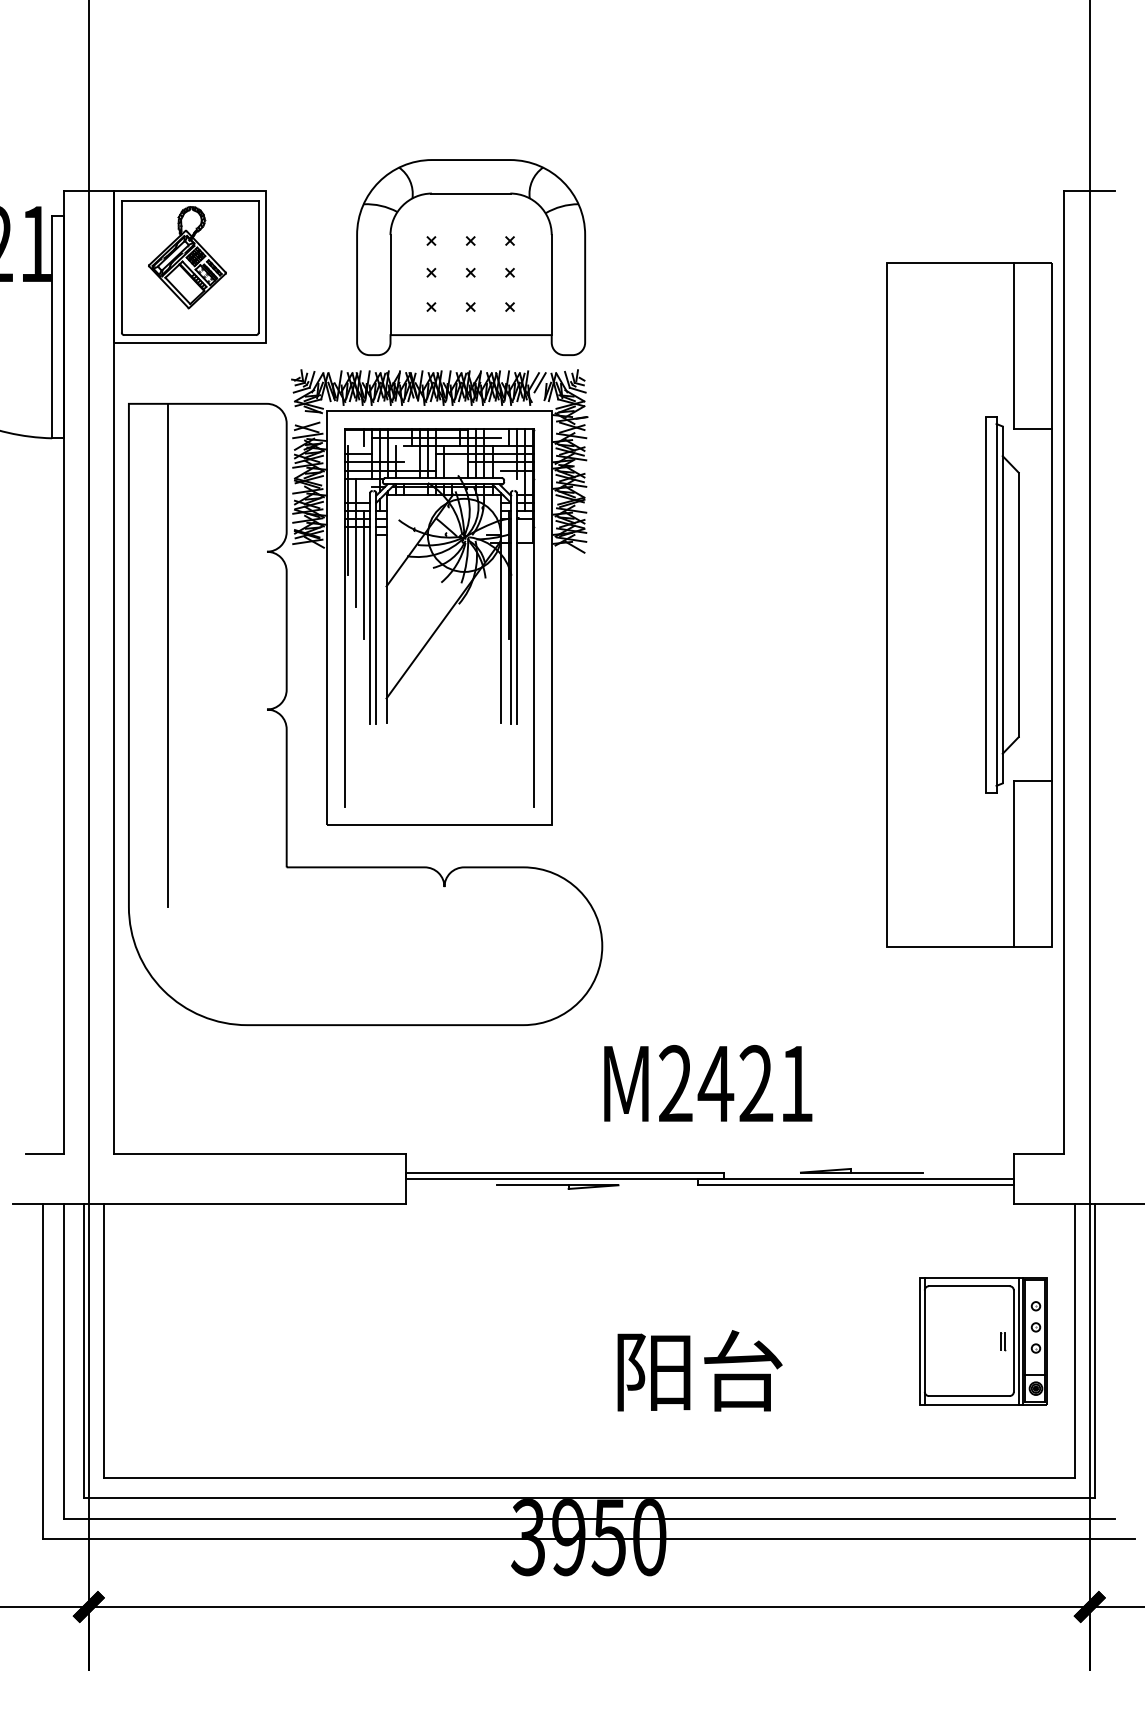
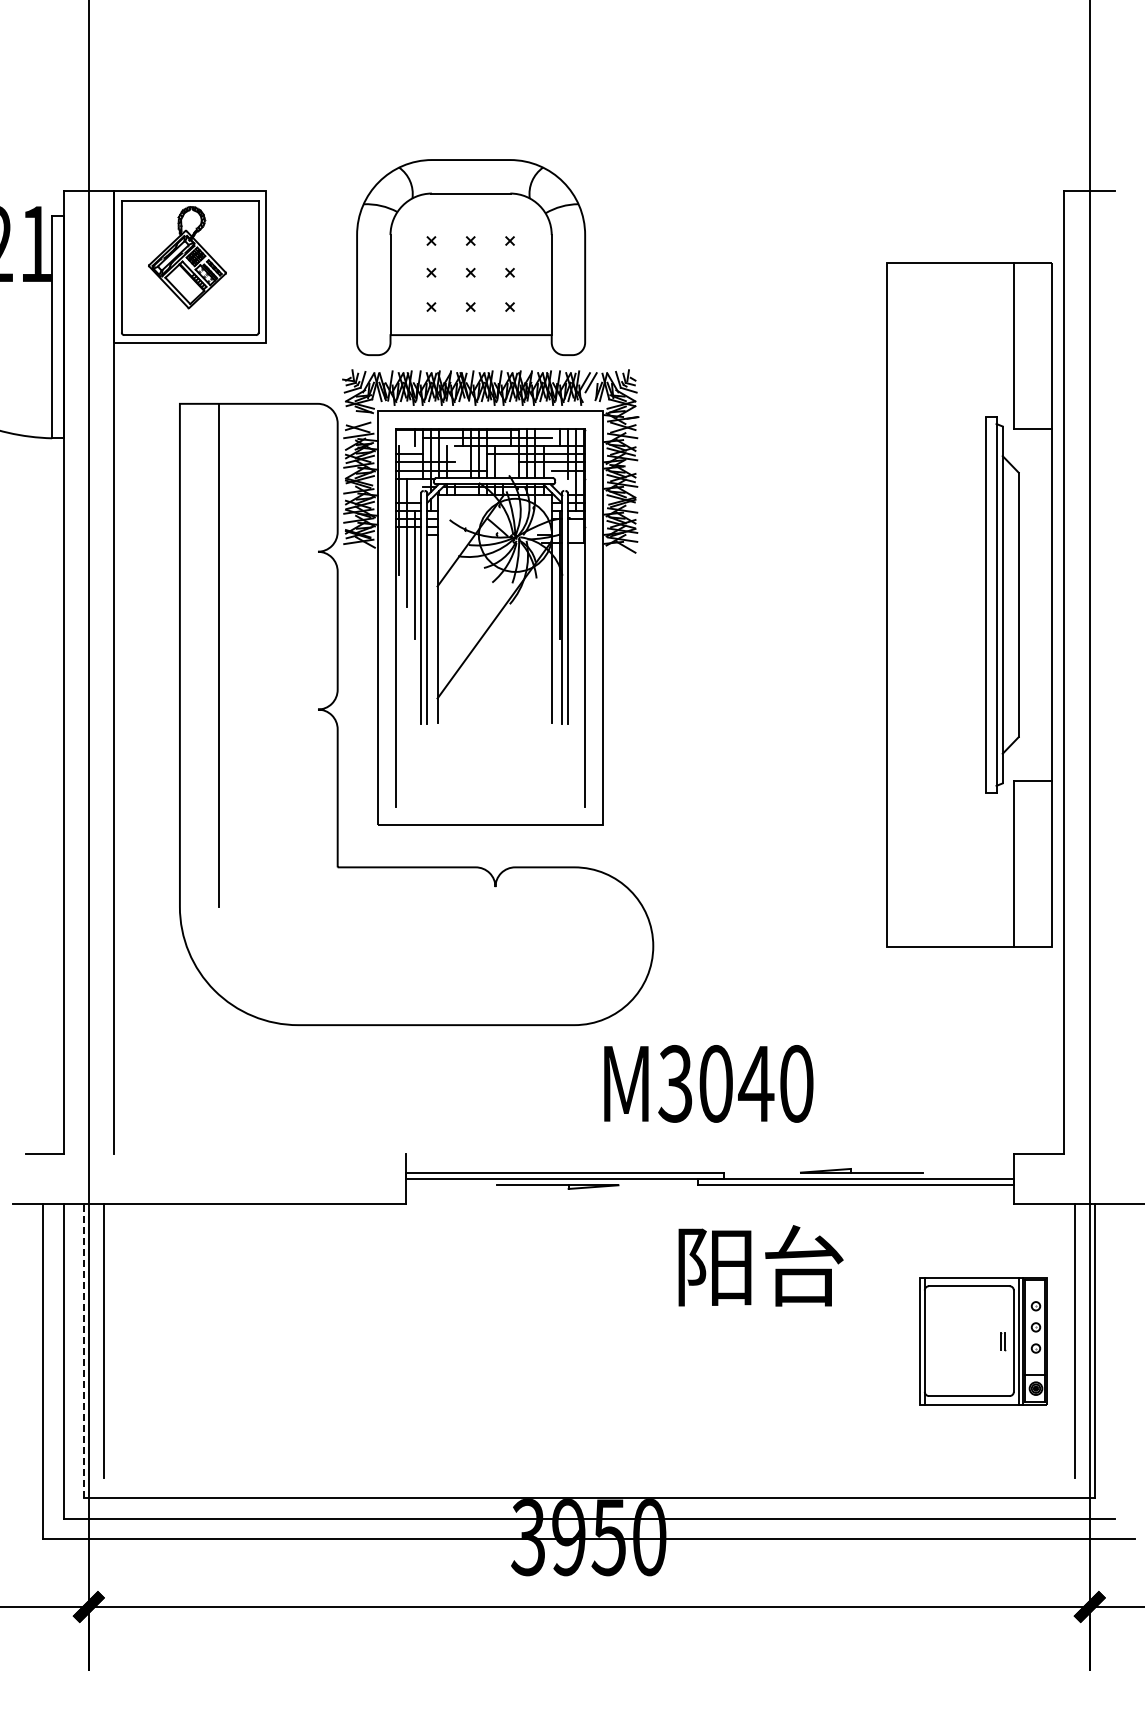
part at (365, 697) position: (365, 697) -> (416, 697)
text at (735, 1083): M2421 -> M3040
line at (259, 1153): present -> none
line at (83, 1351): solid -> dashed
text at (699, 1370) position: (699, 1370) -> (760, 1265)
line at (589, 1477): present -> none
